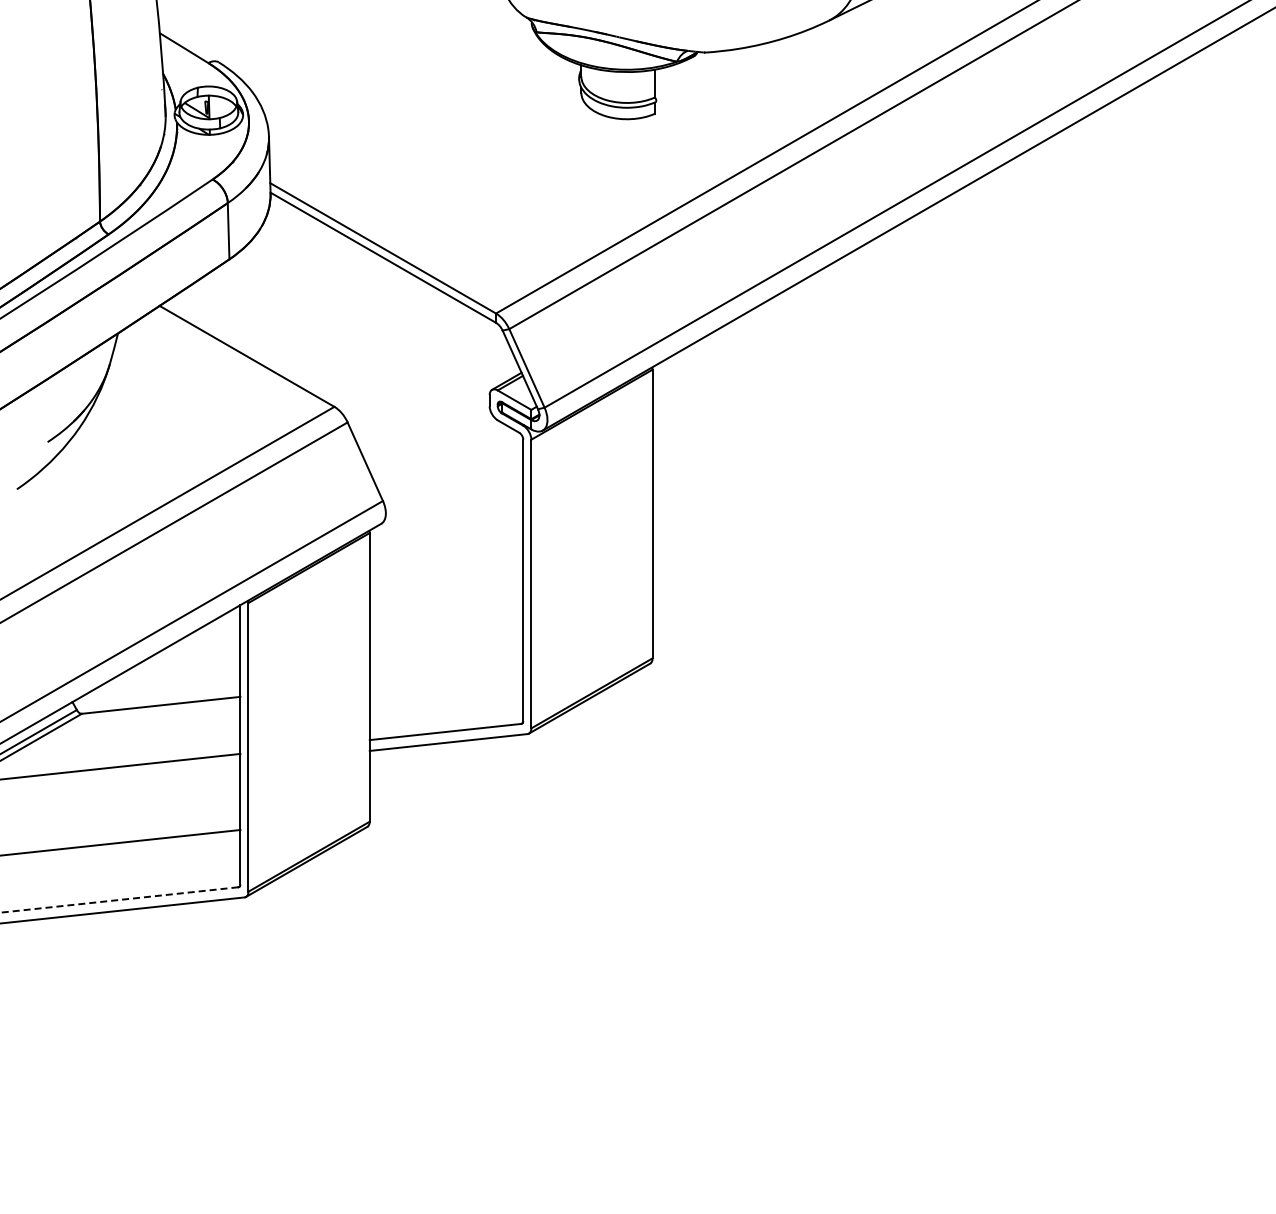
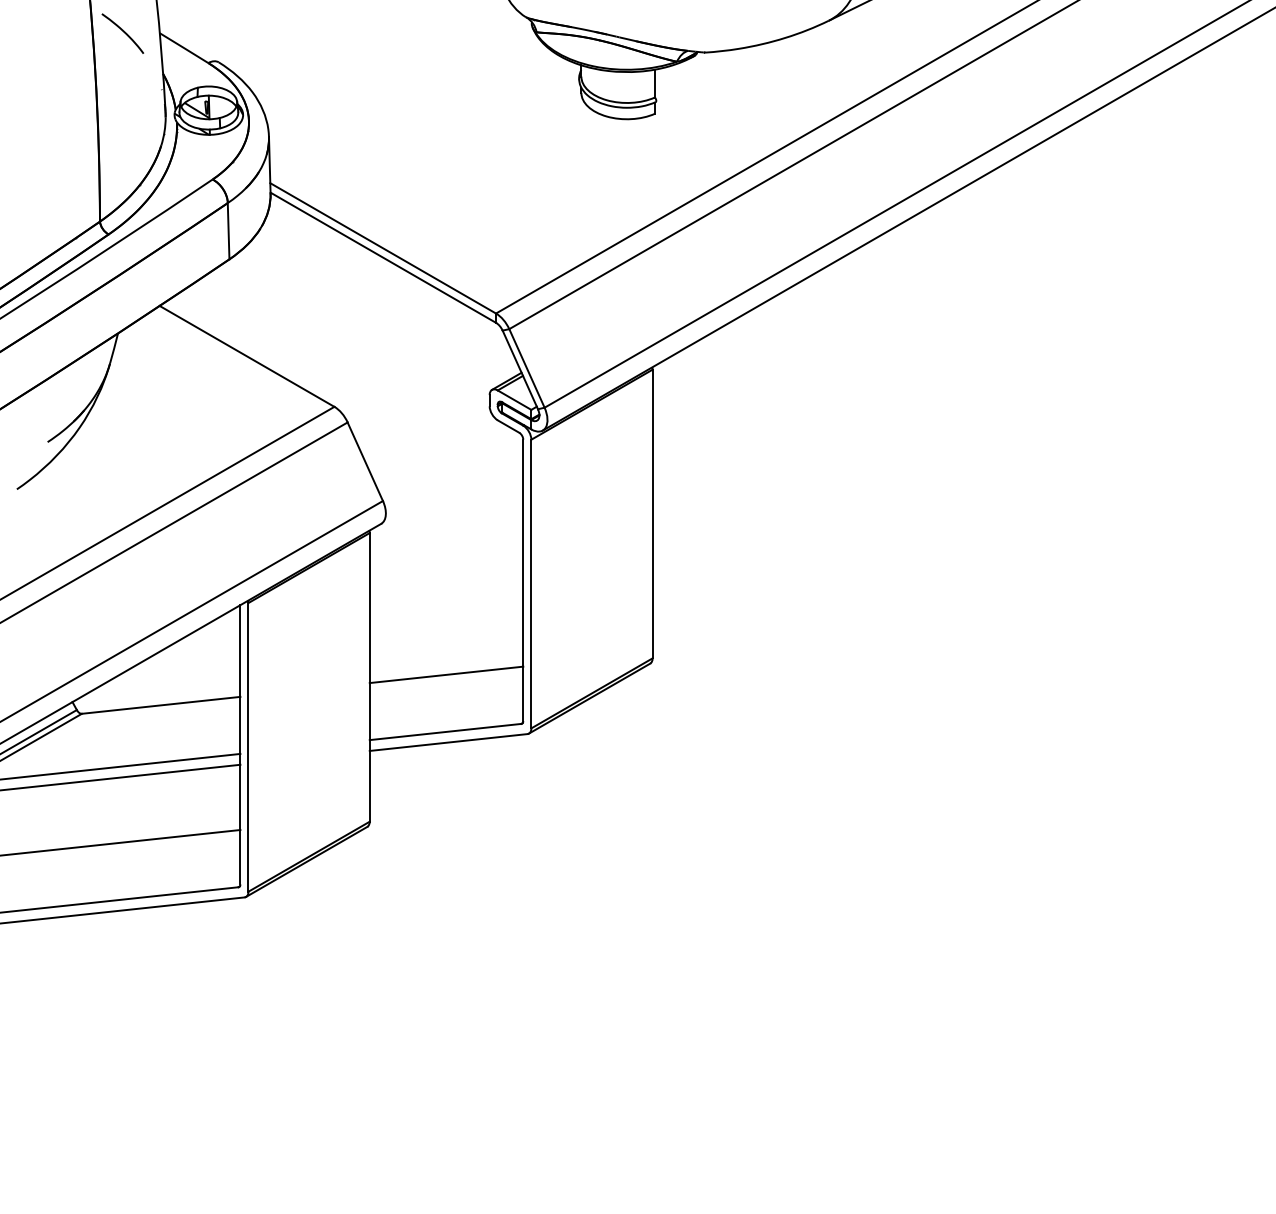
curve at (123, 32): none -> present
line at (446, 674): none -> present
line at (121, 777): none -> present
line at (119, 900): dashed -> solid
